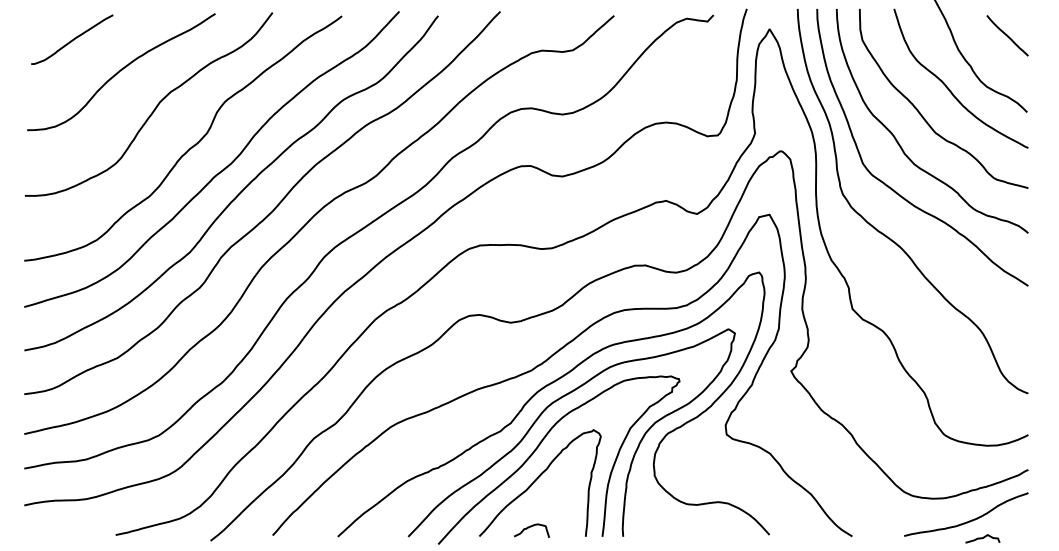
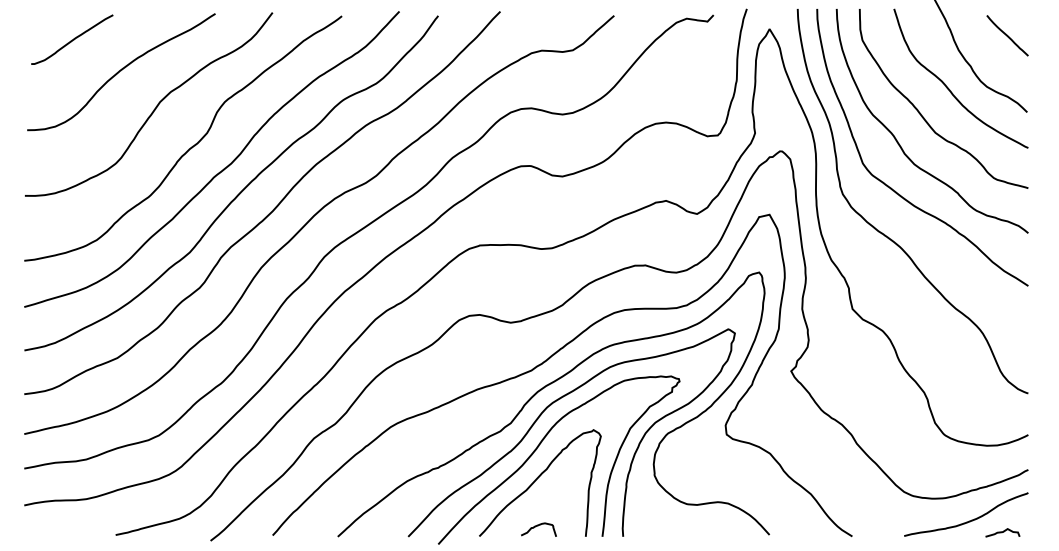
curve at (531, 527) position: (531, 527) -> (538, 526)
curve at (982, 538) position: (982, 538) -> (1002, 532)
